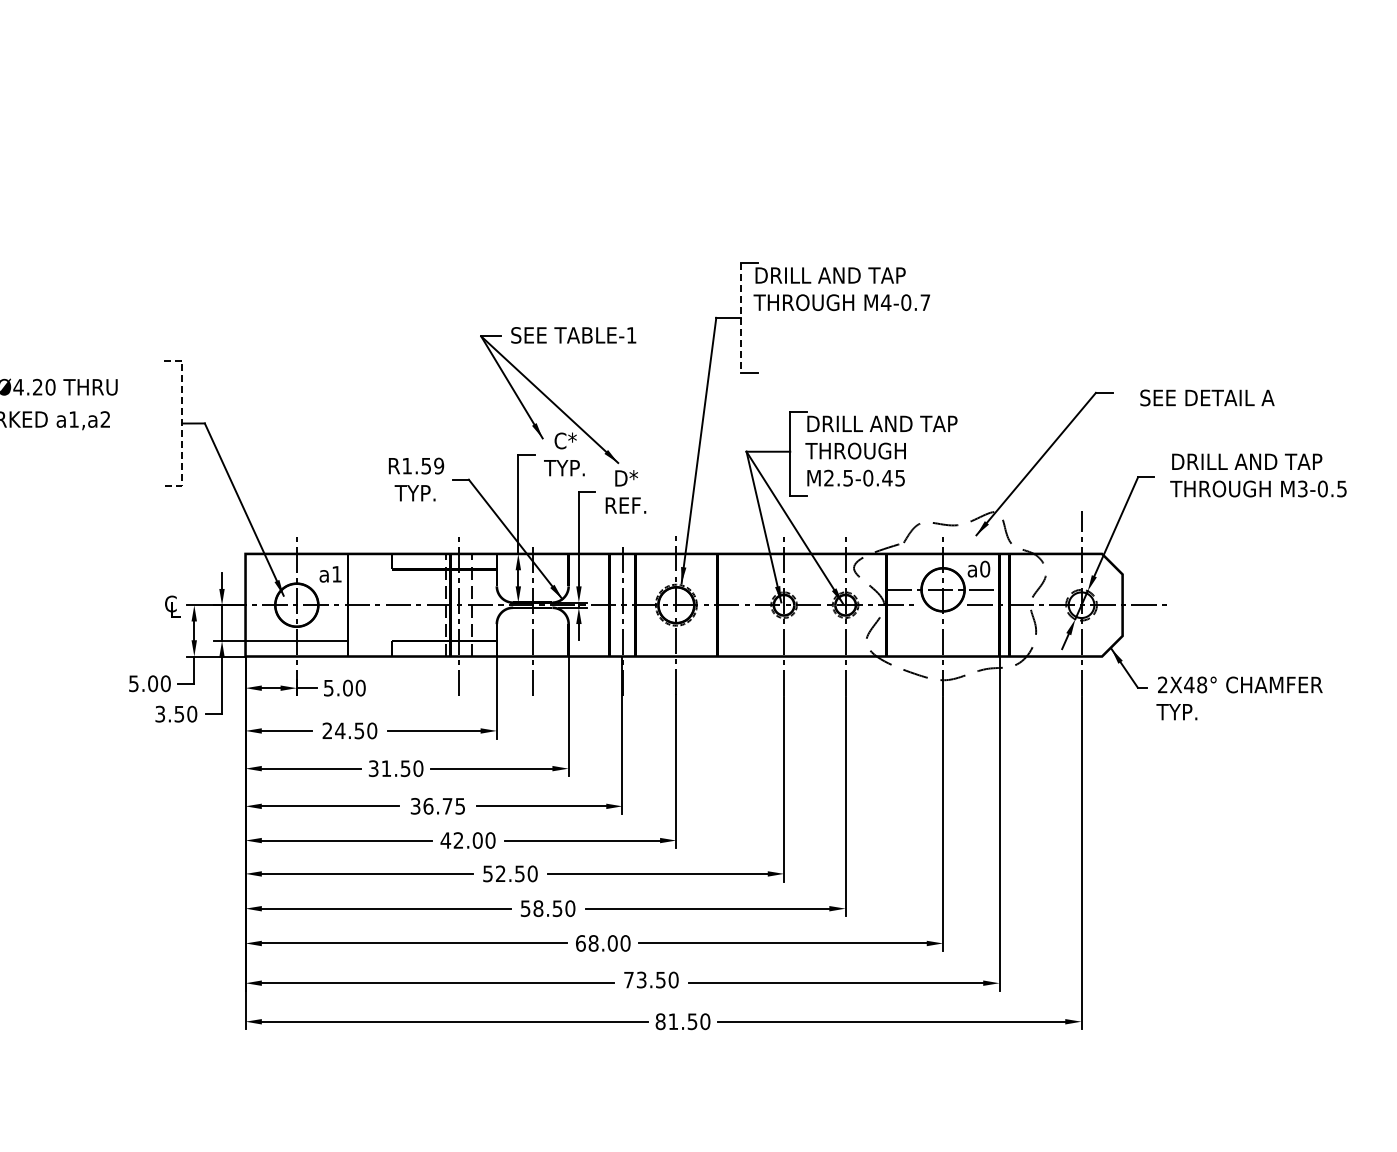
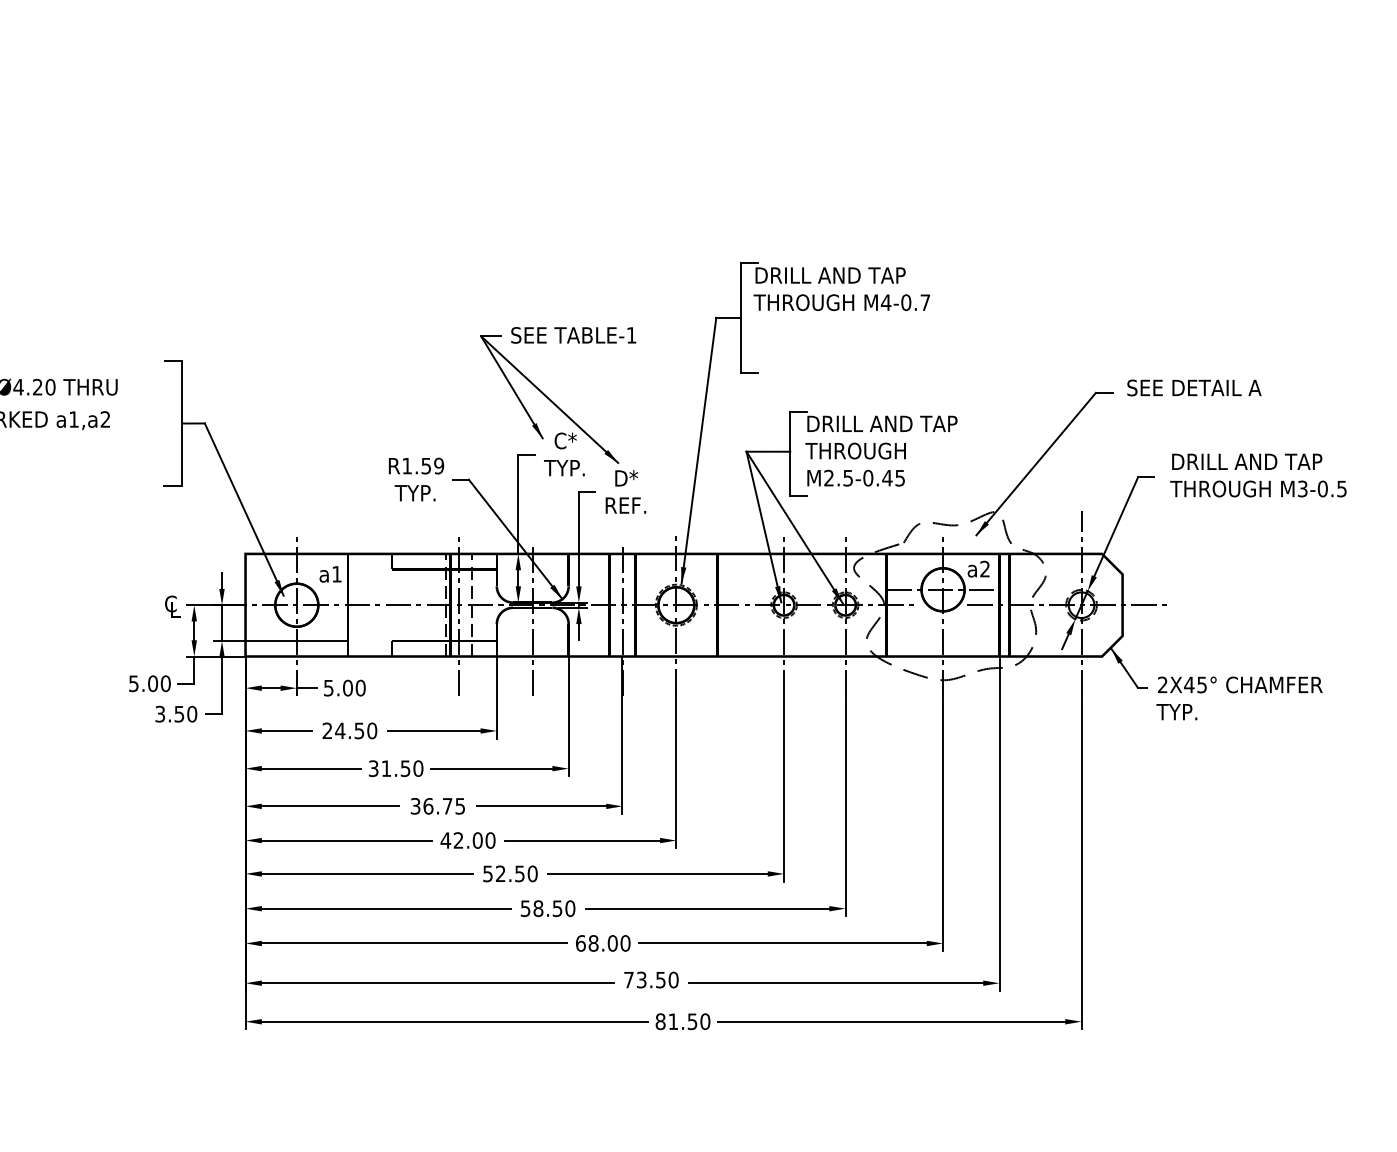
line at (741, 318): dashed -> solid
text at (1207, 397) position: (1207, 397) -> (1194, 387)
line at (182, 424): dashed -> solid
text at (985, 568): a0 -> a2
text at (1202, 684): 2X48° -> 2X45°
